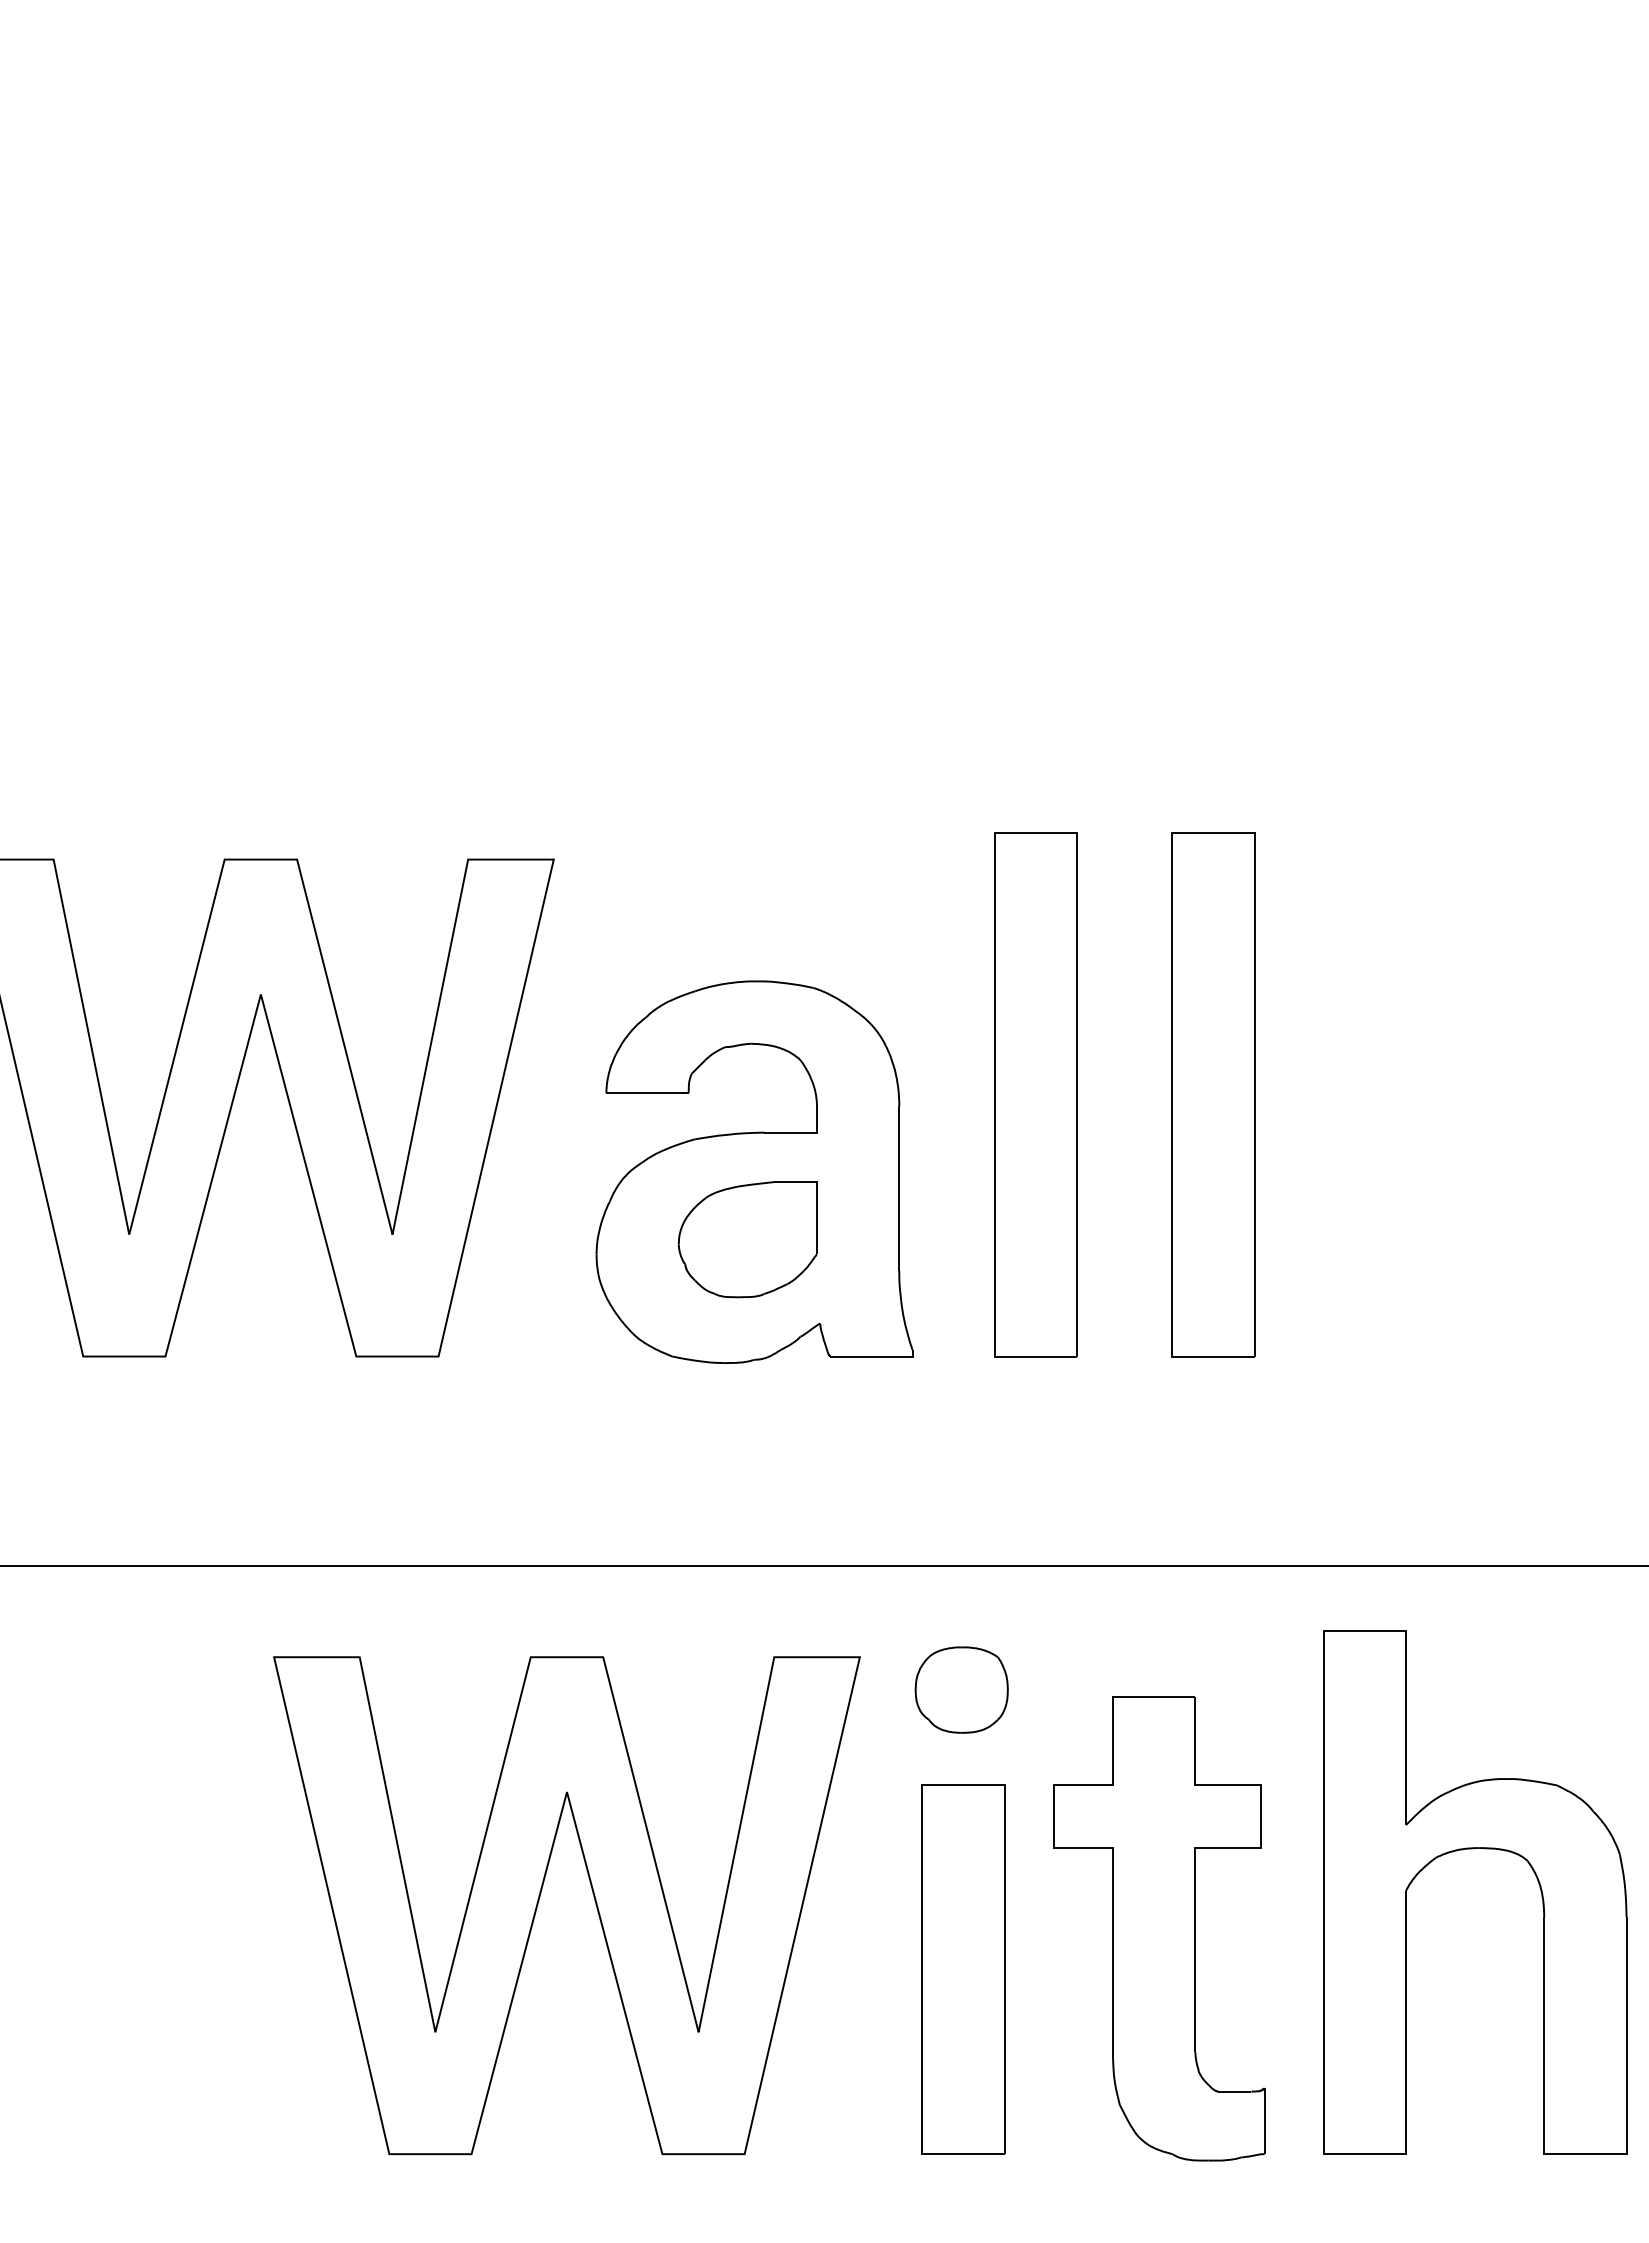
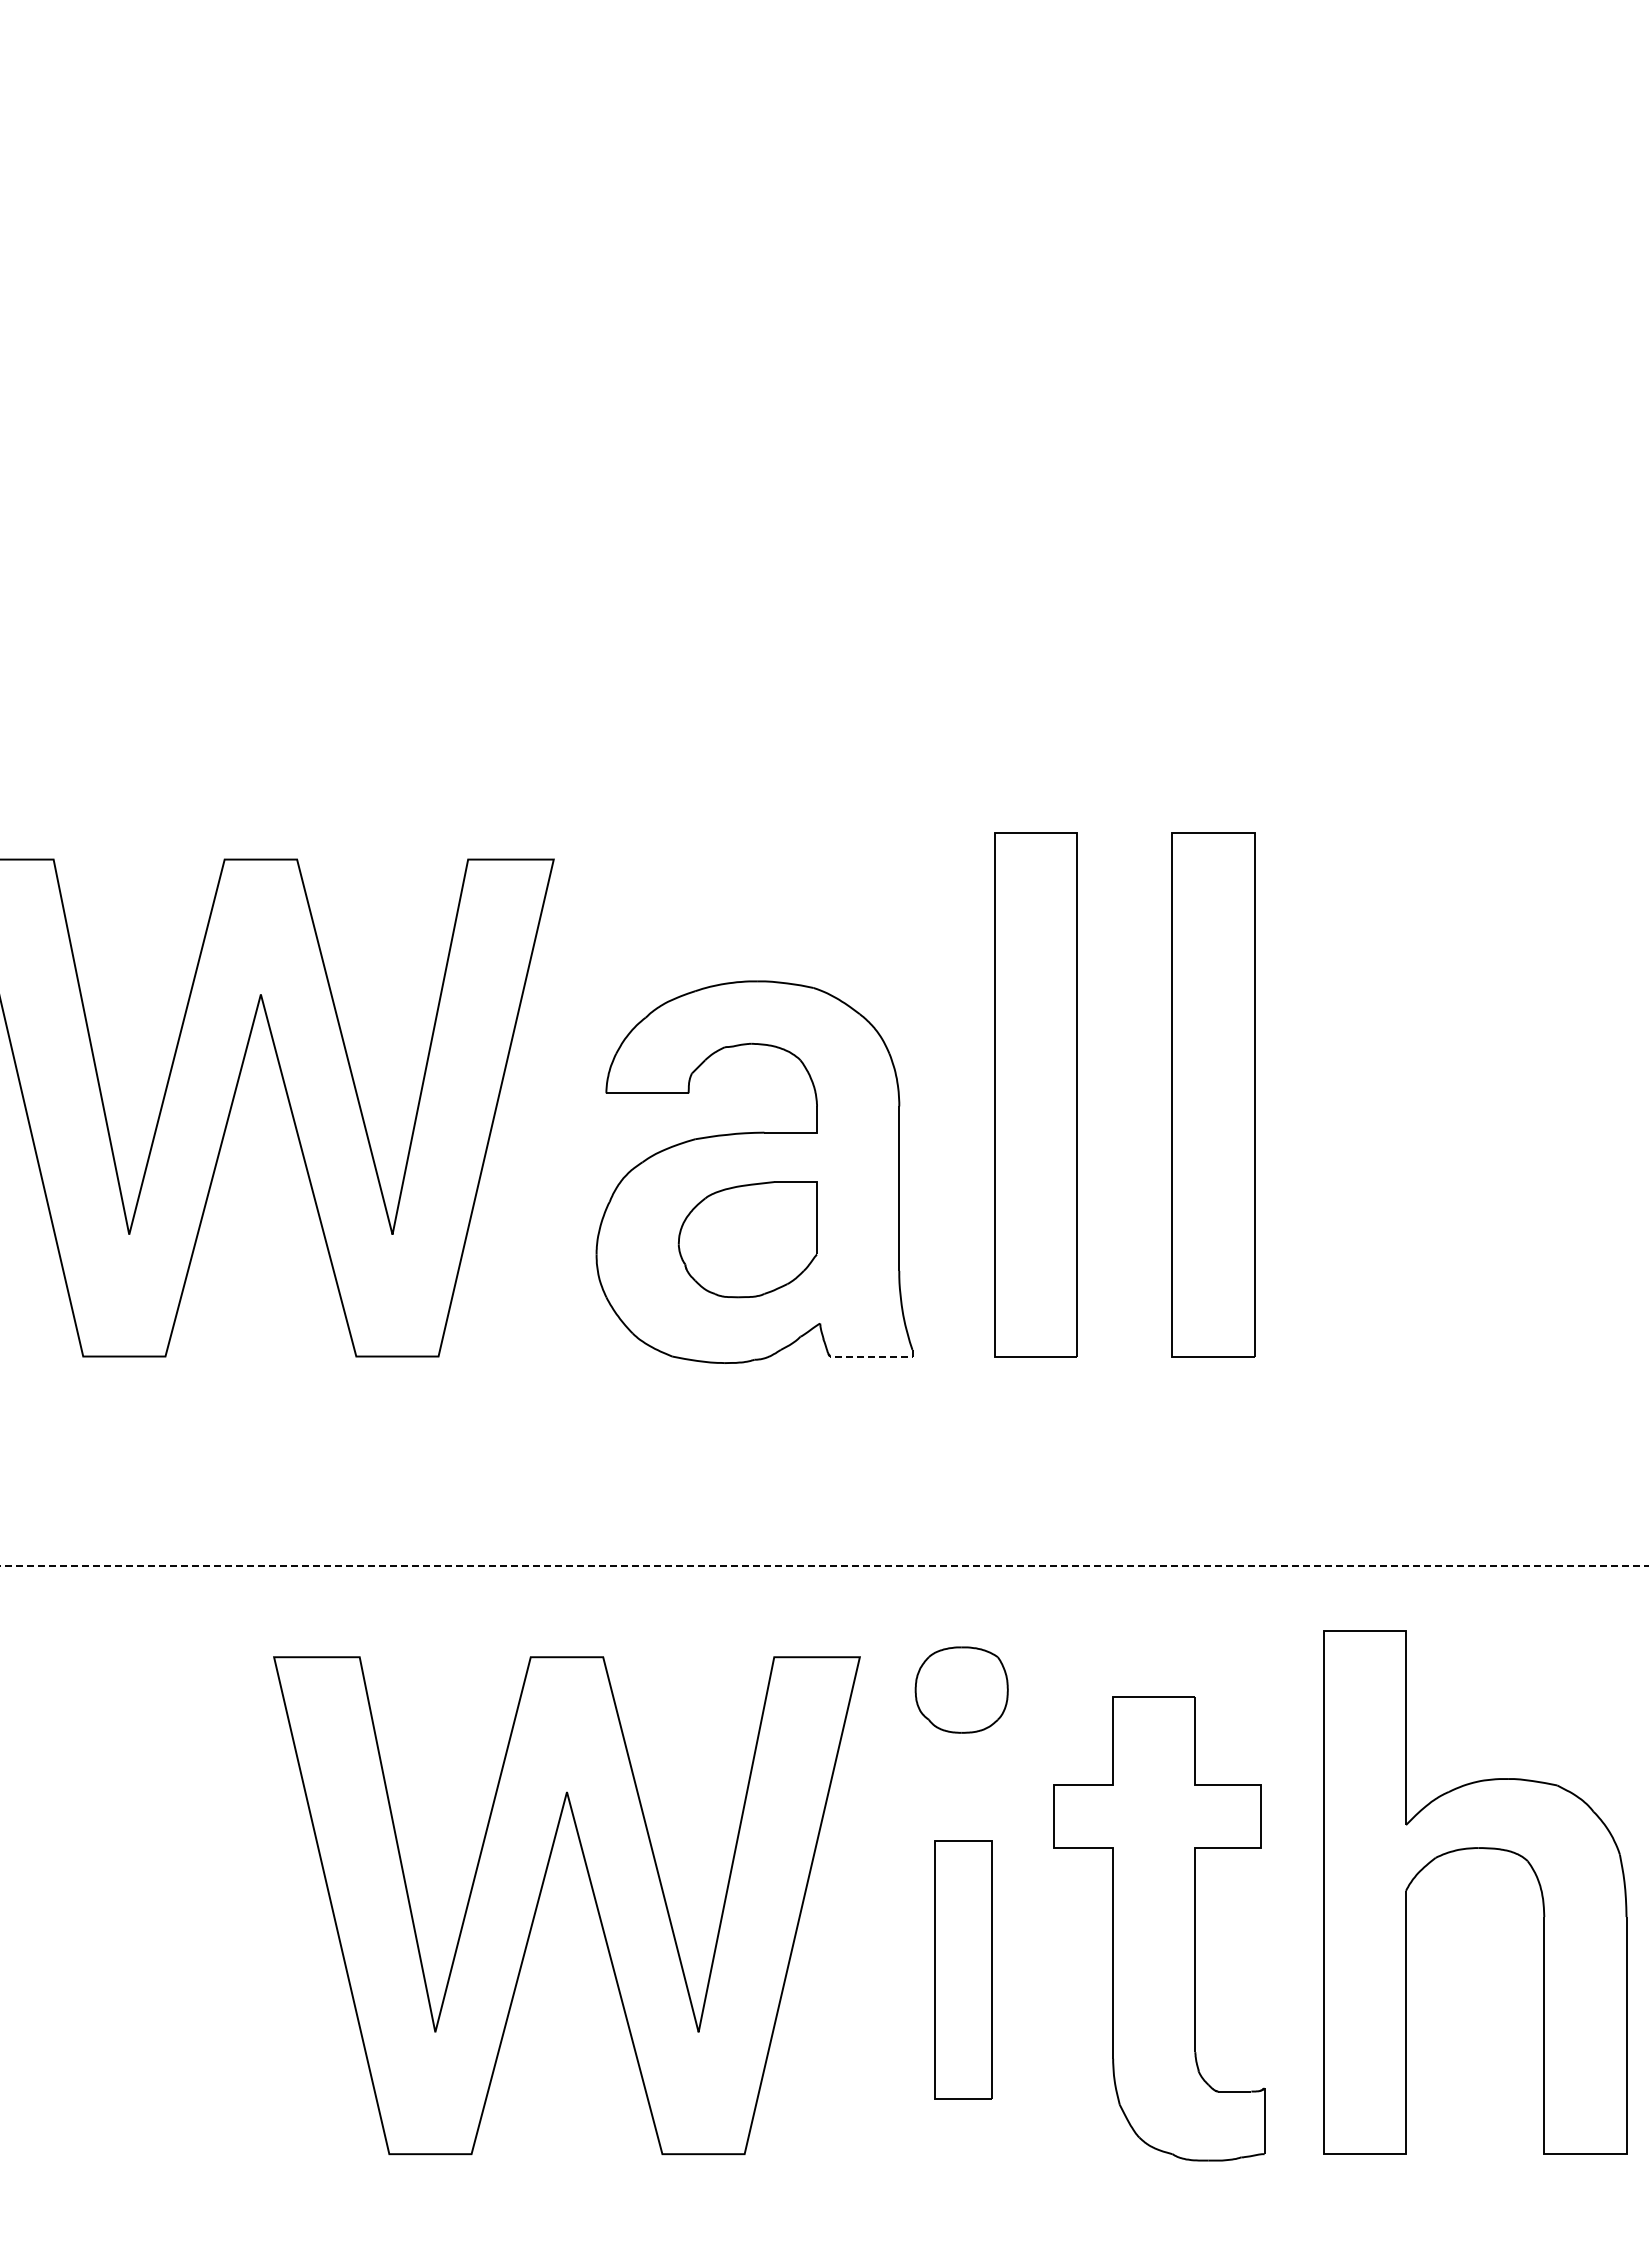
line at (874, 1356): solid -> dashed
line at (824, 1566): solid -> dashed
part at (963, 1969) size: 85x371 px -> 59x260 px
